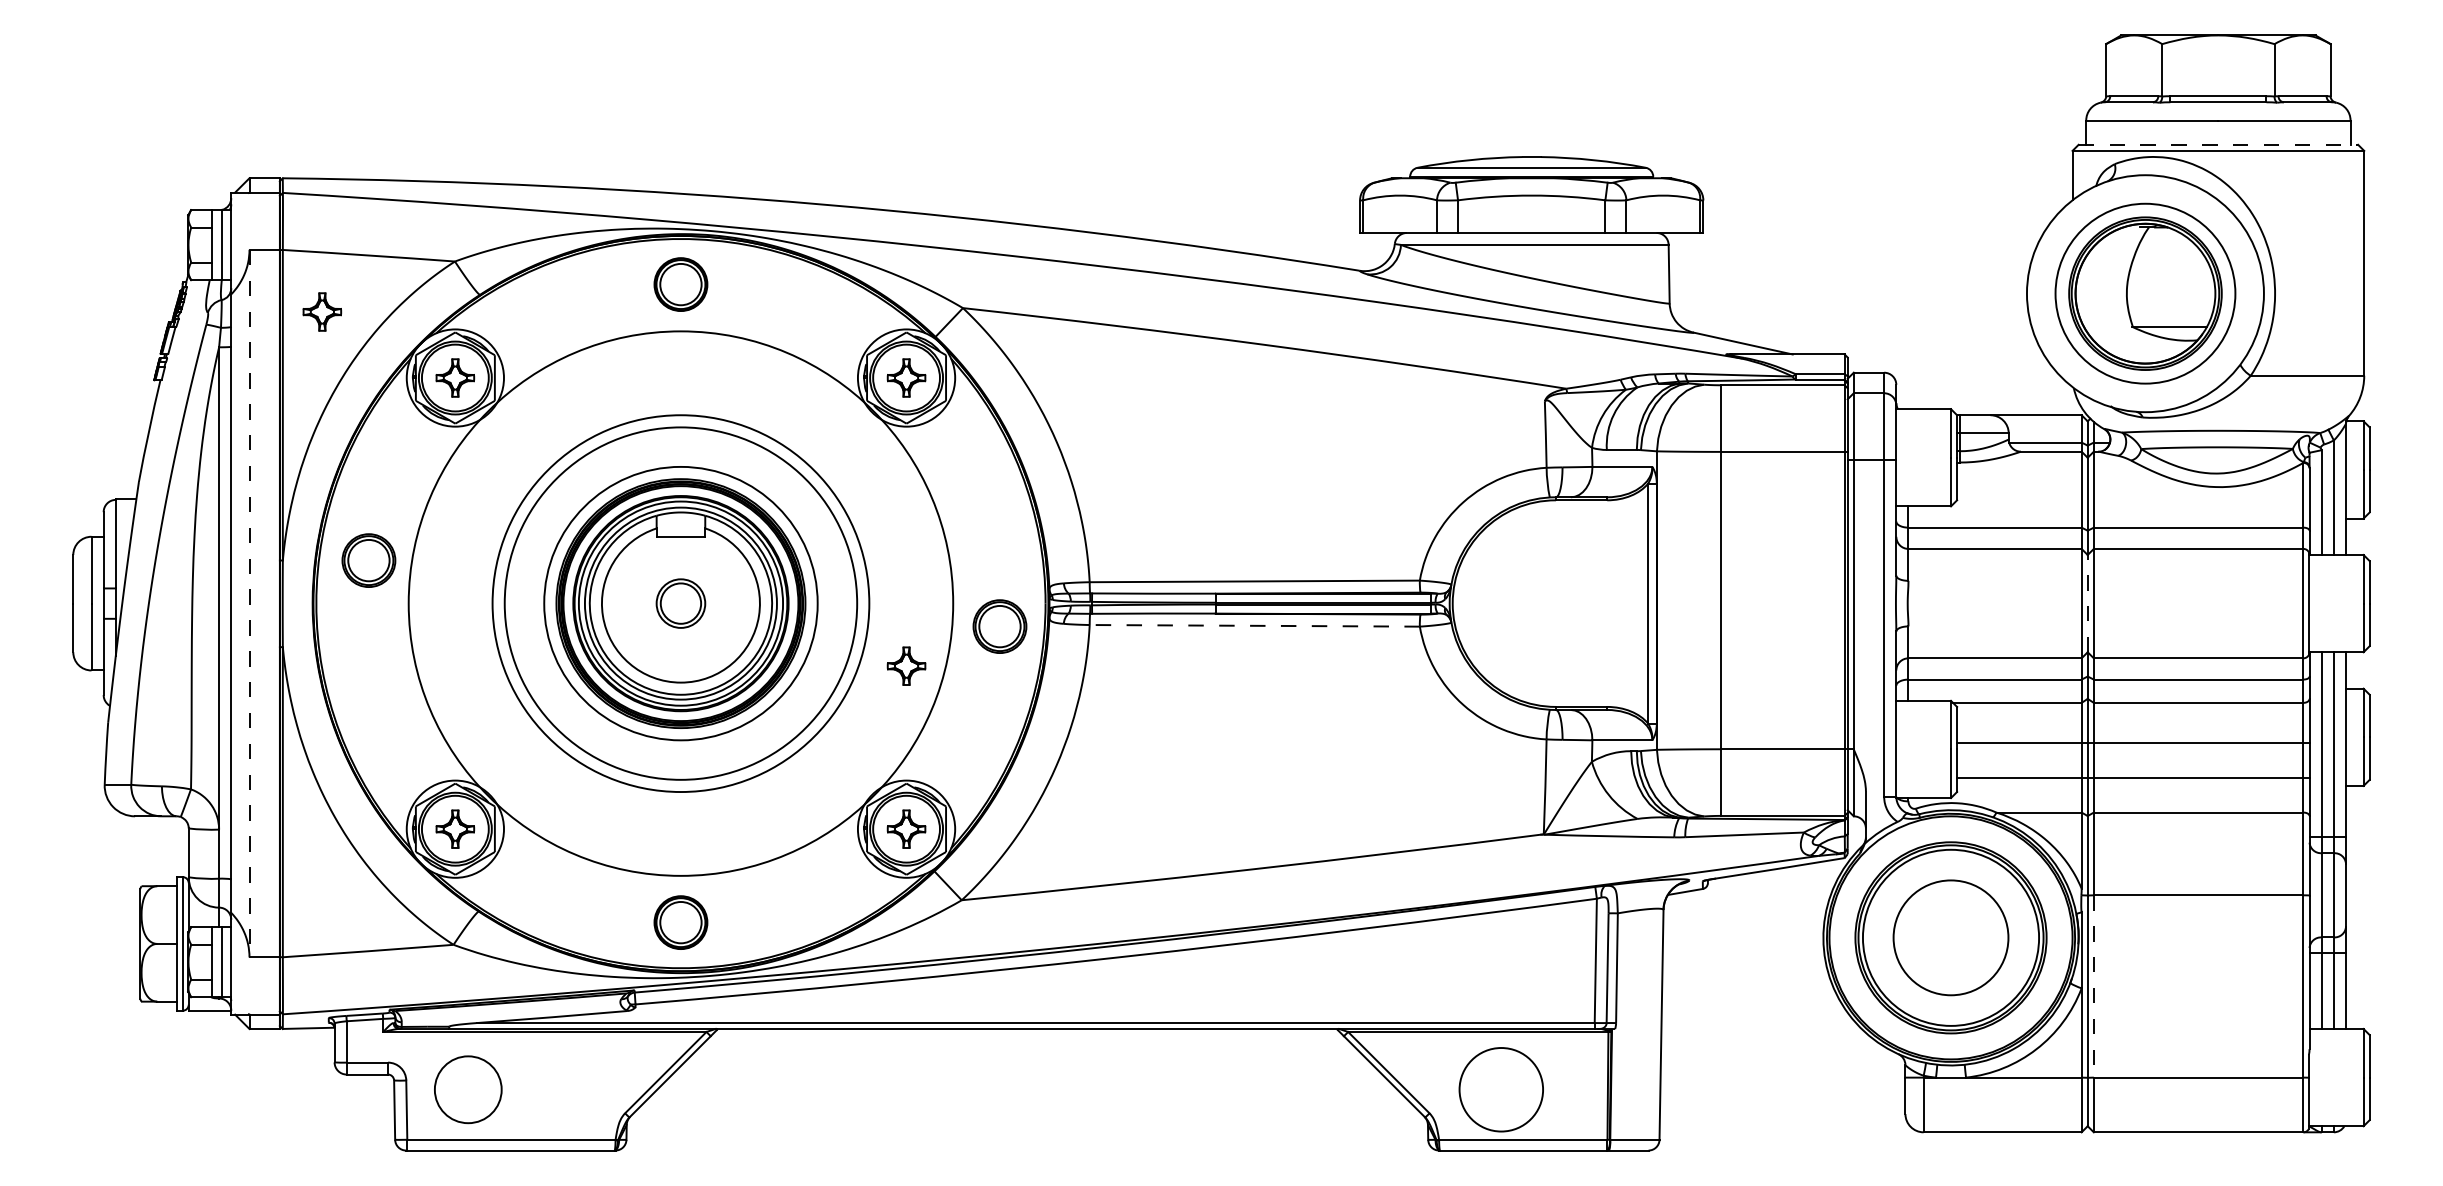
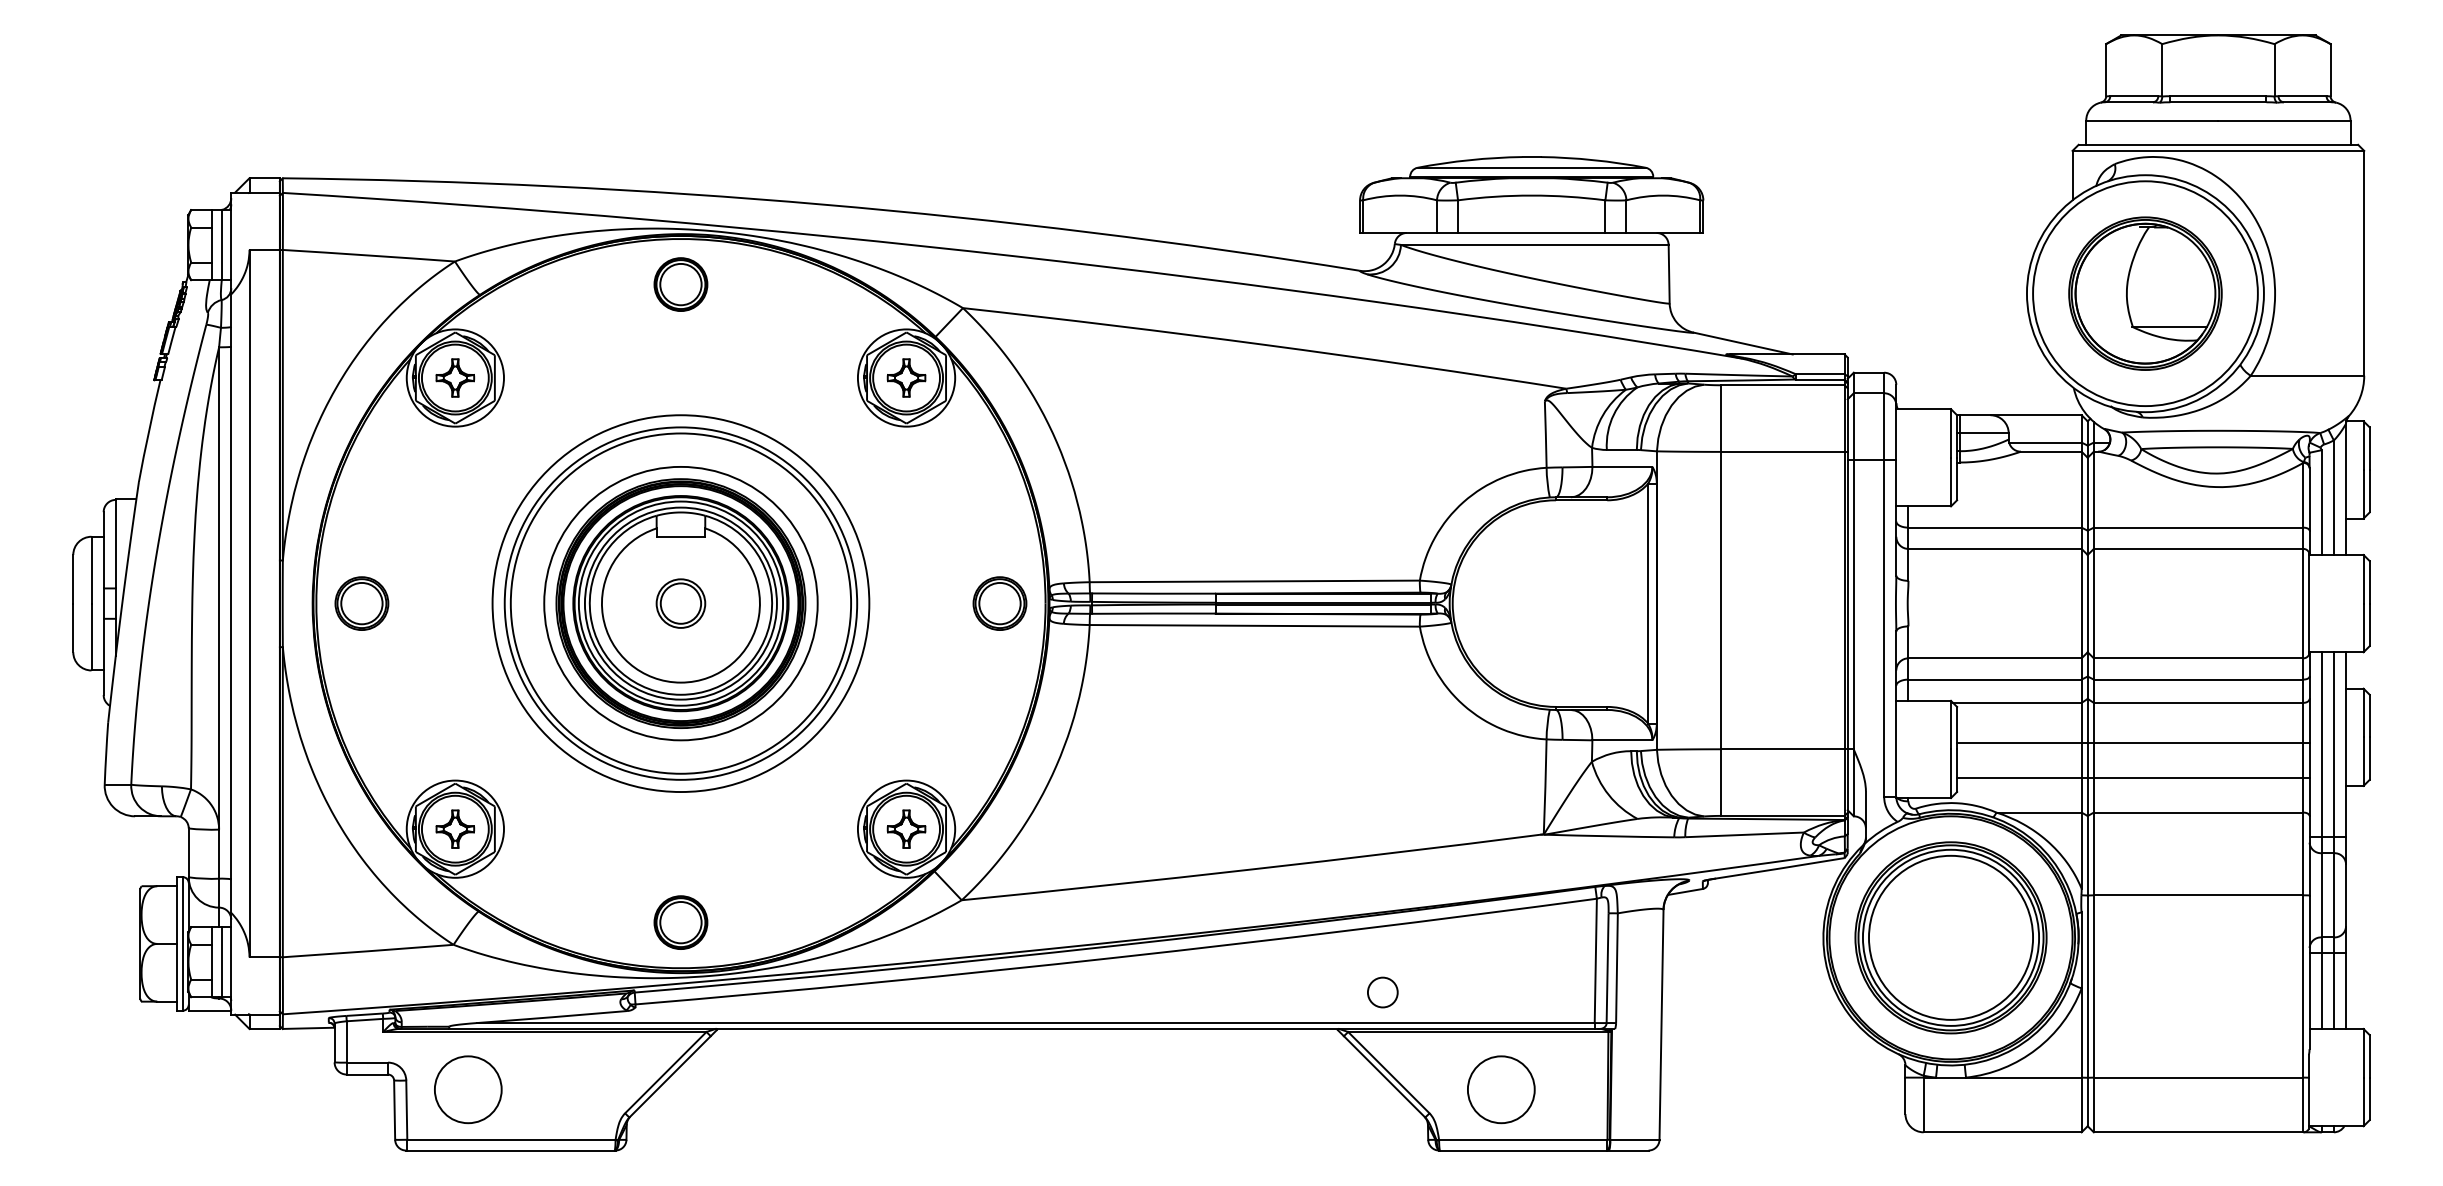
line at (2218, 144): dashed -> solid
circle at (2145, 293) diameter: 180 px -> 225 px
part at (322, 311): present -> none
part at (368, 560) position: (368, 560) -> (361, 603)
line at (249, 603): dashed -> solid
circle at (680, 603) diameter: 544 px -> 340 px
line at (2087, 603): dashed -> solid
line at (1256, 625): dashed -> solid
part at (999, 626) position: (999, 626) -> (999, 603)
part at (906, 665): present -> none
circle at (1950, 937) diameter: 115 px -> 164 px
line at (2093, 986): dashed -> solid
circle at (1382, 992): none -> present
circle at (1501, 1089) diameter: 84 px -> 67 px
